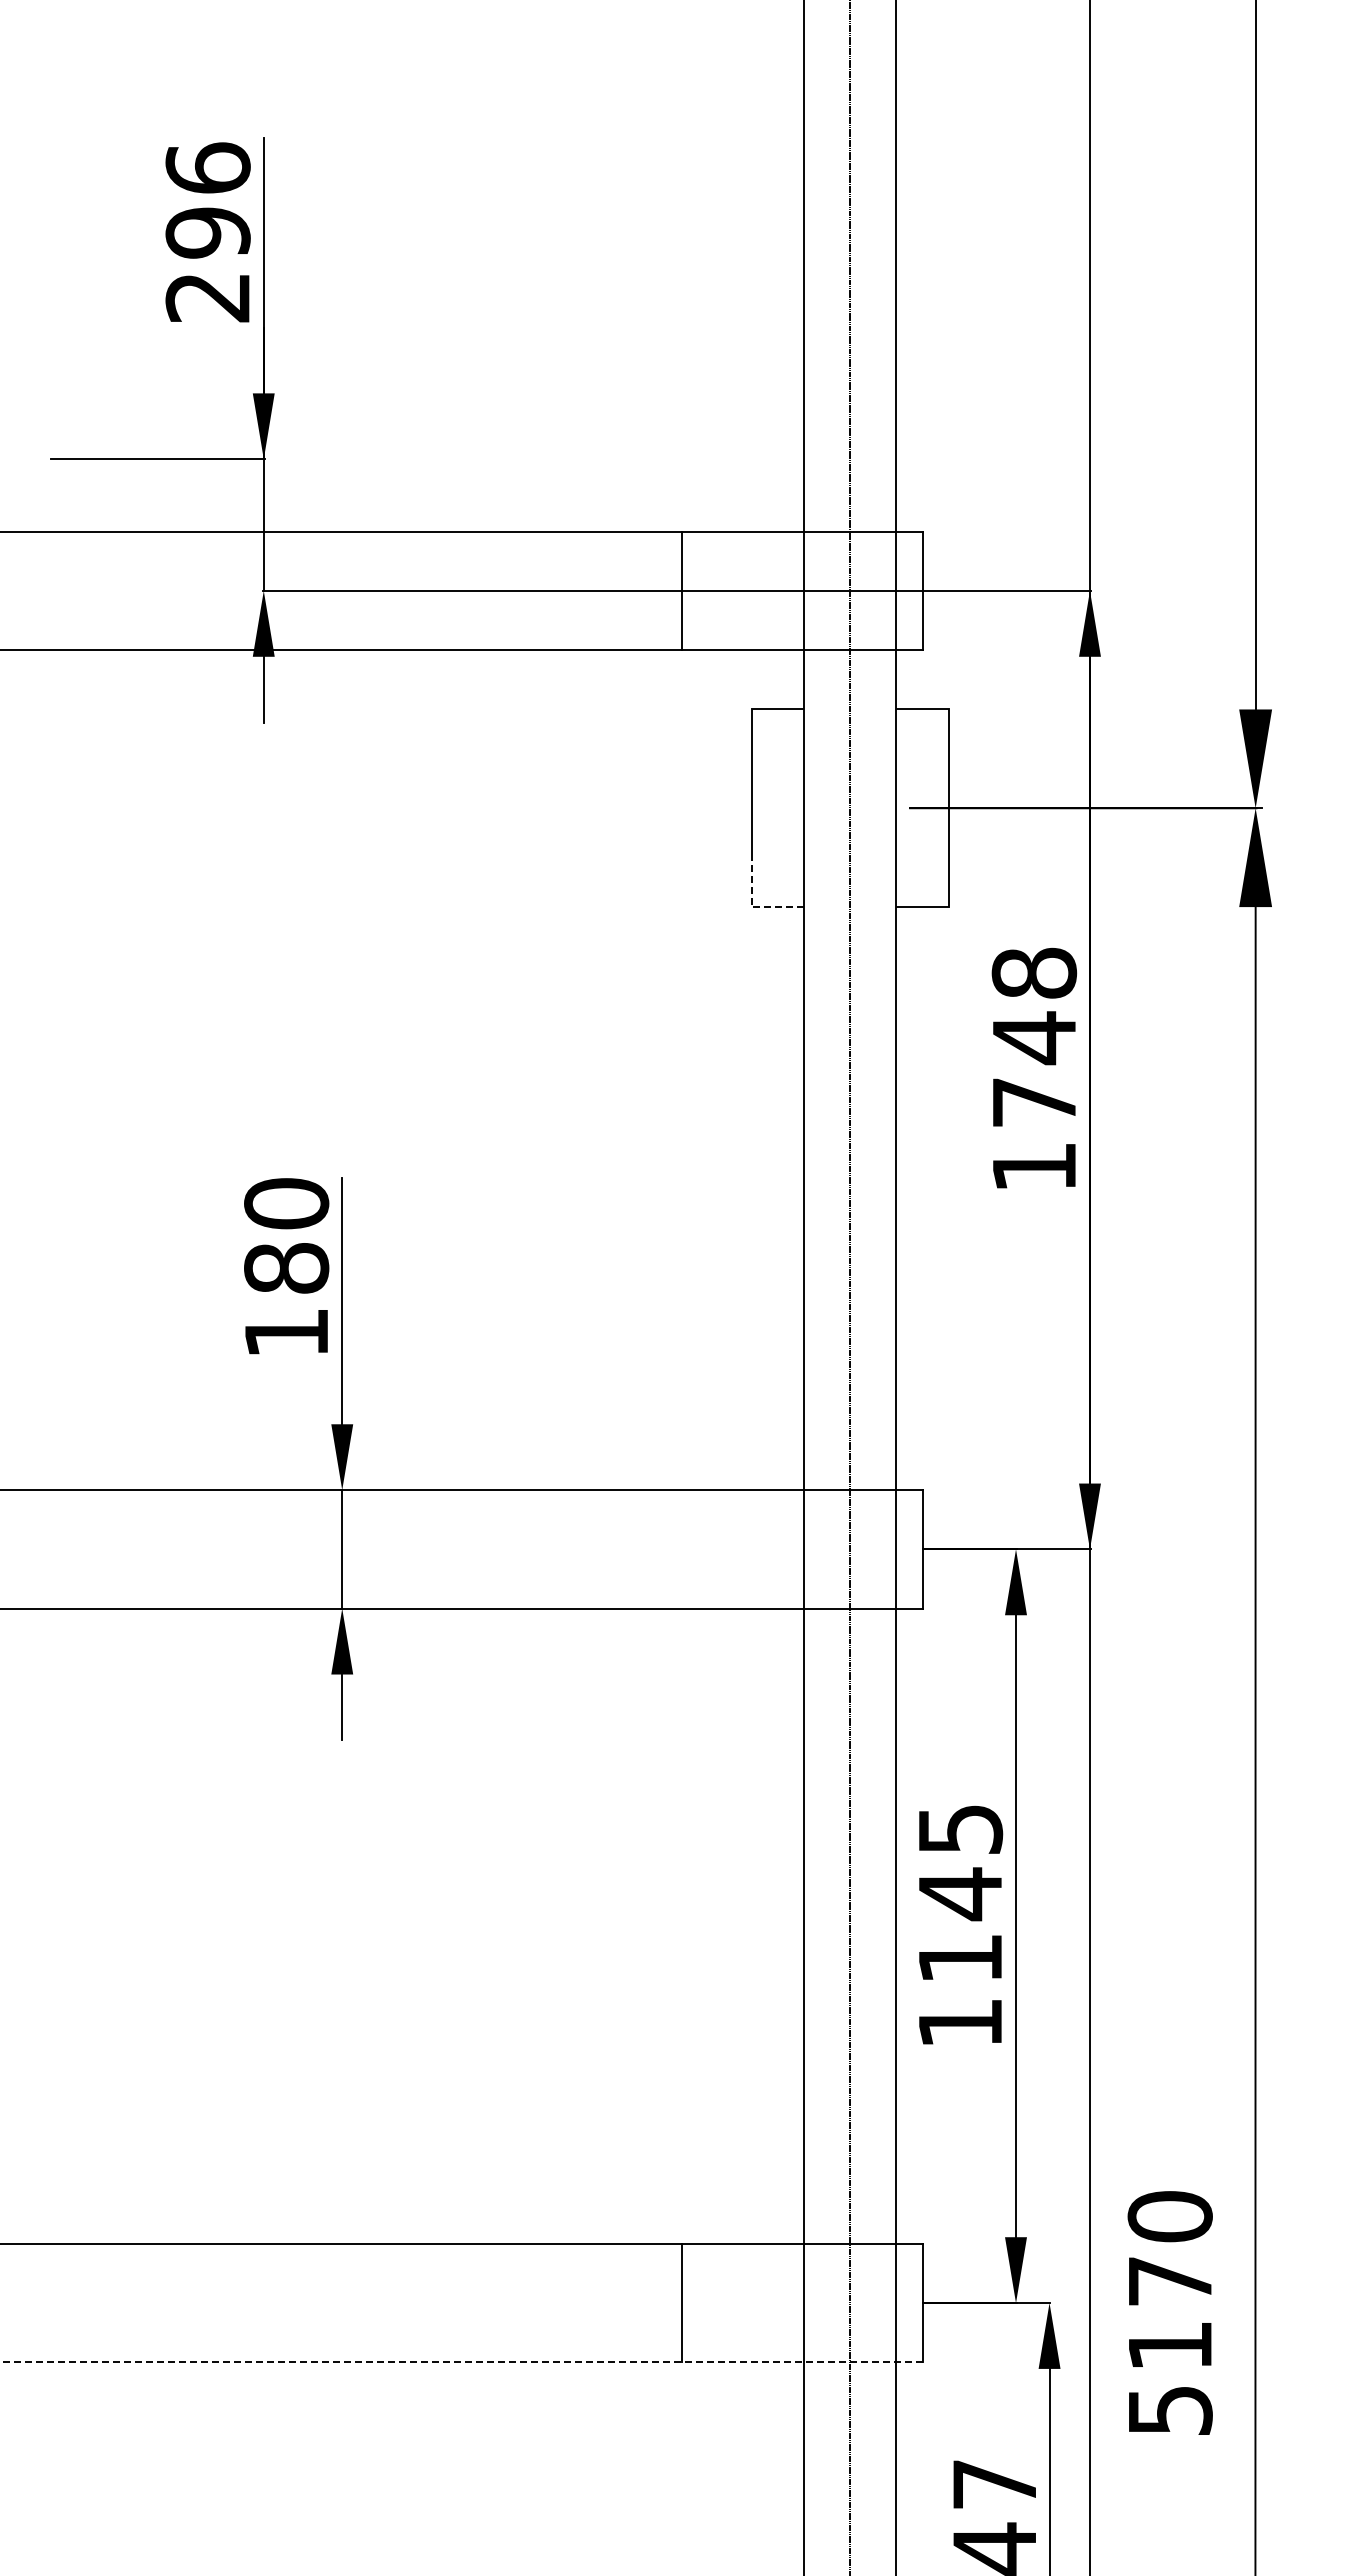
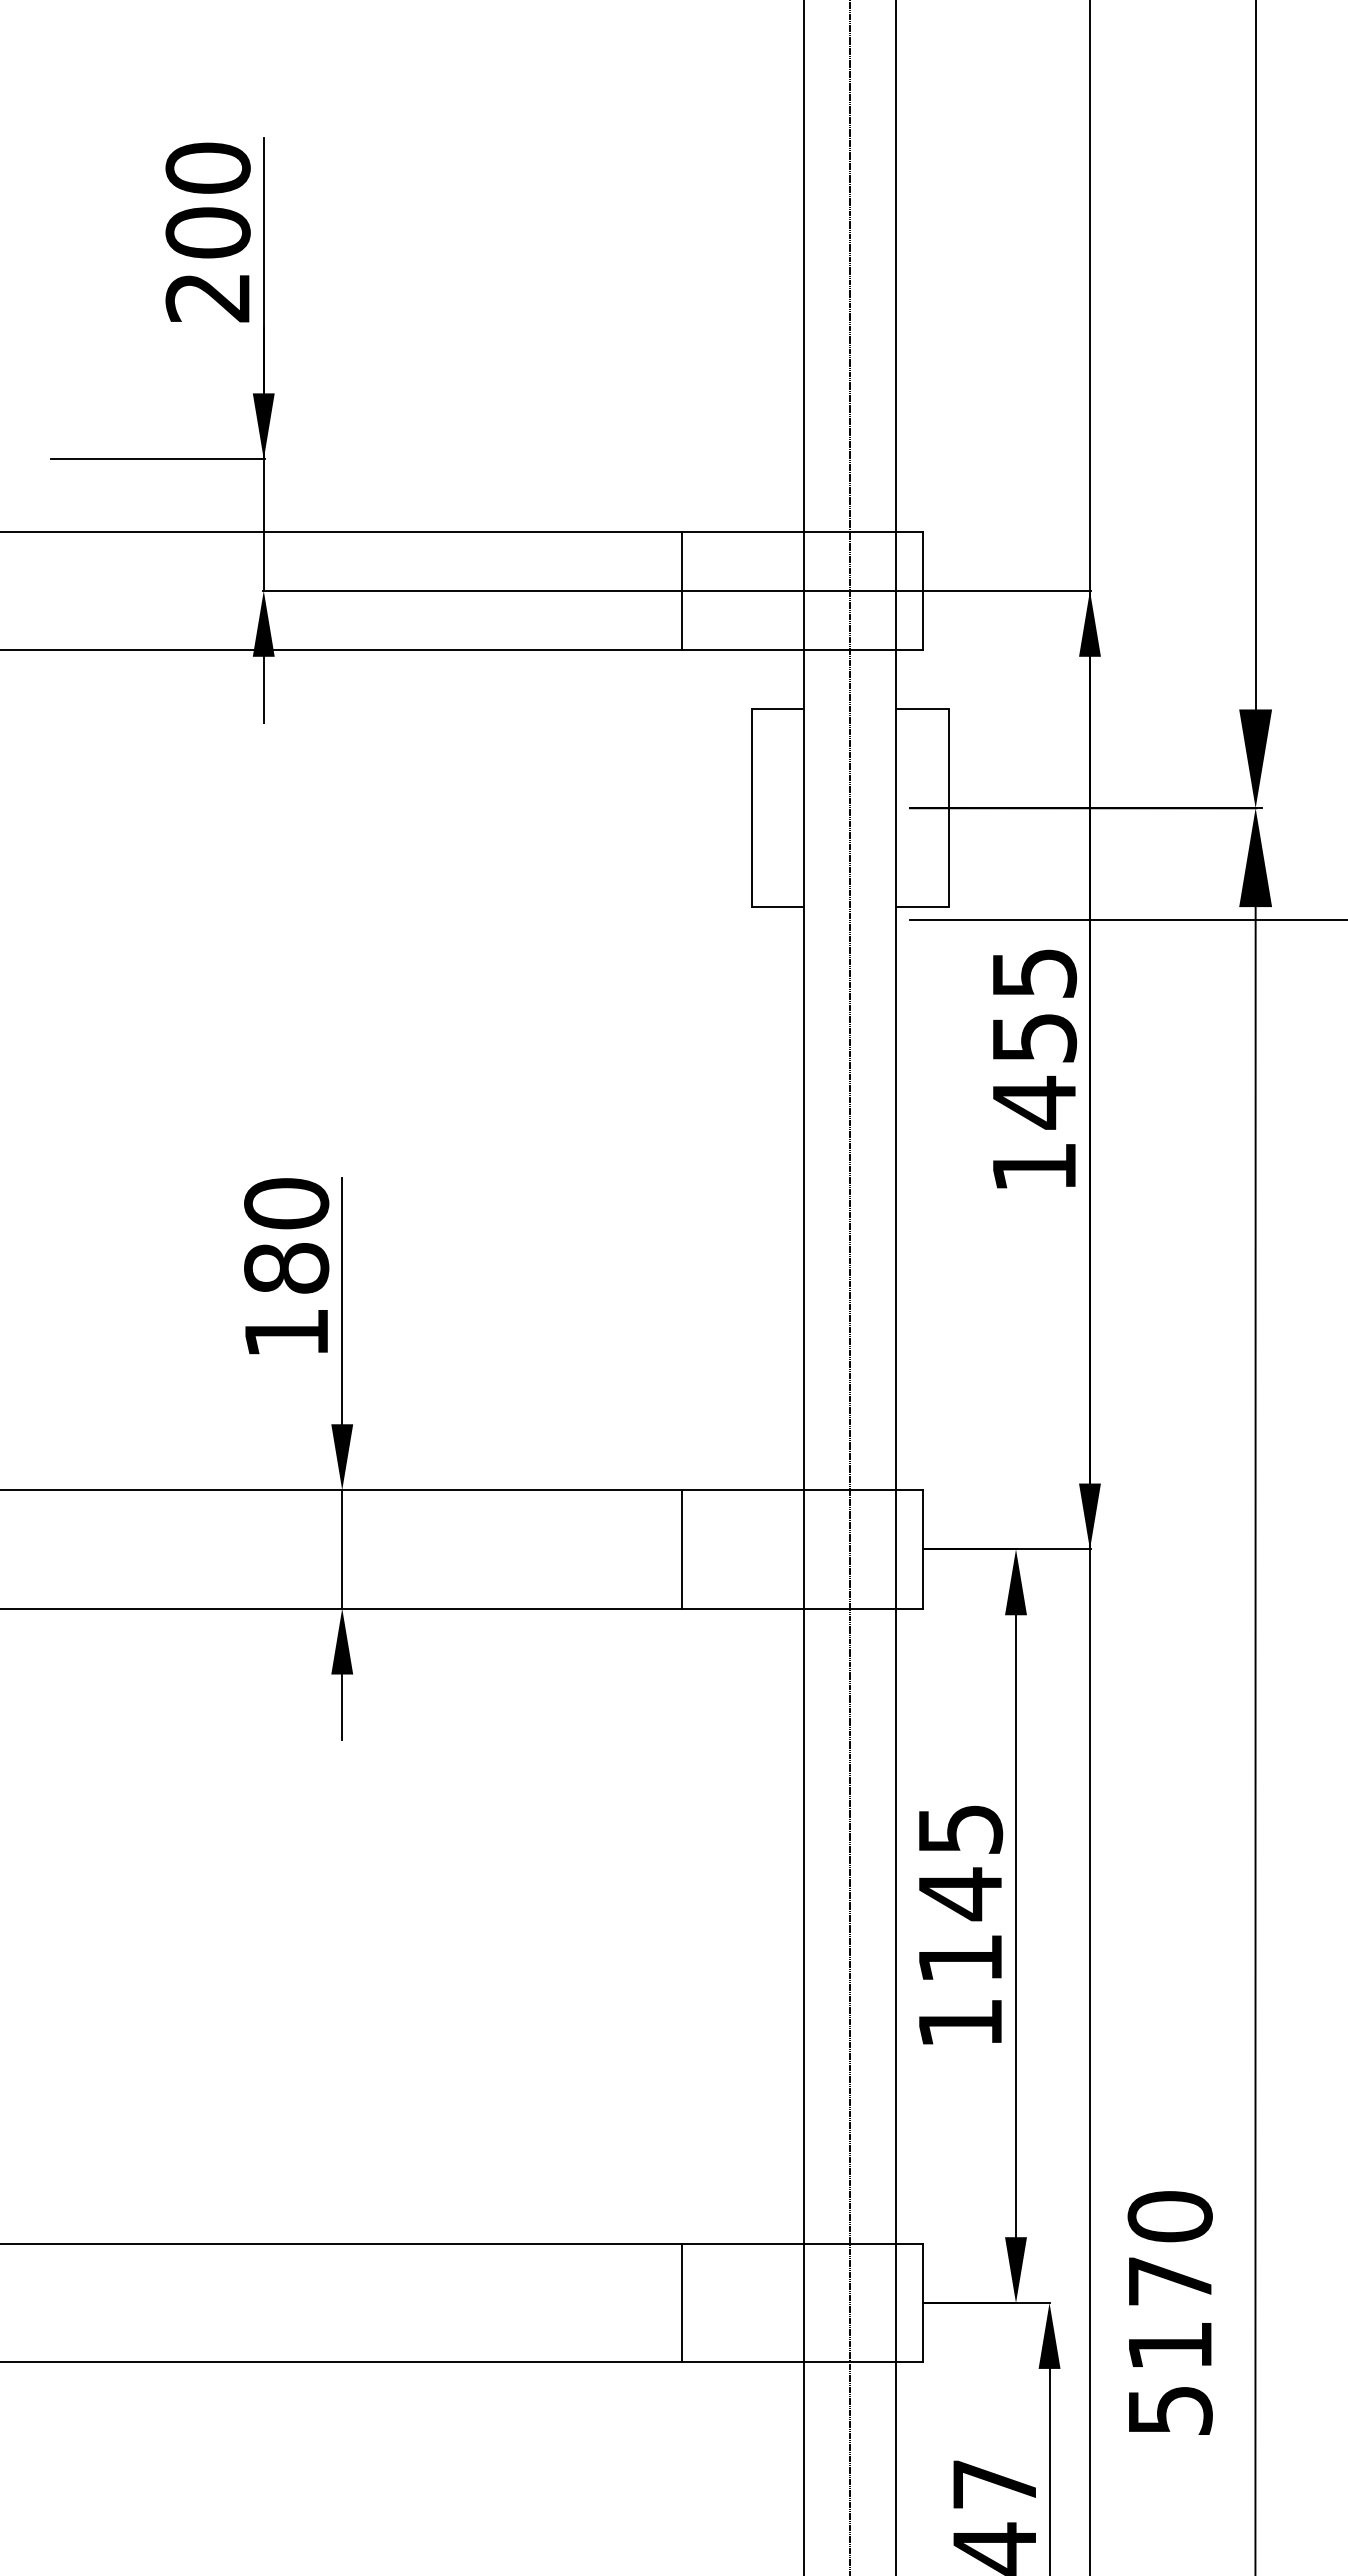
text at (207, 200): 296 -> 200
line at (751, 907): dashed -> solid
line at (1126, 920): none -> present
text at (1034, 1038): 1748 -> 1455
line at (681, 1549): none -> present
line at (461, 2362): dashed -> solid
